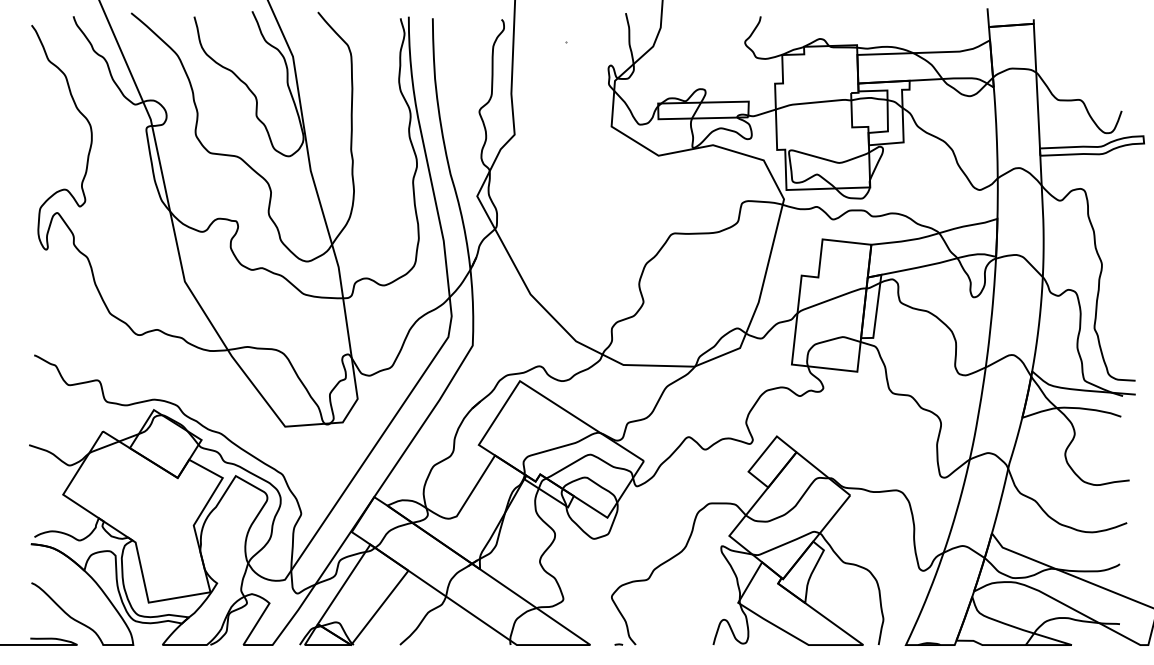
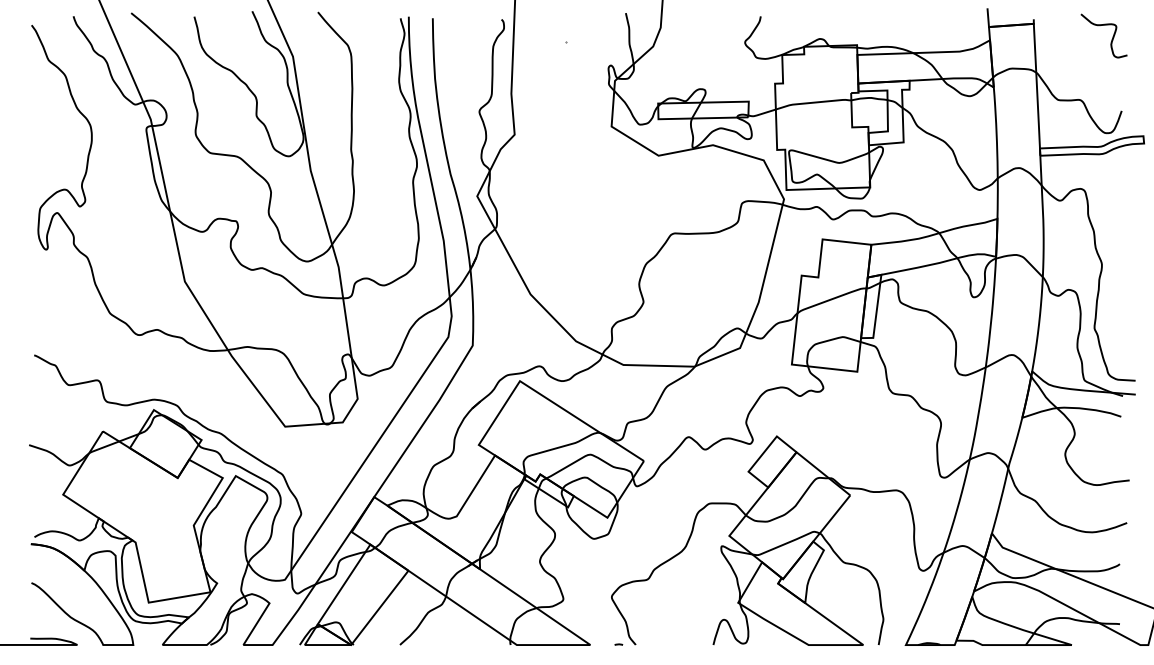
curve at (1111, 39): none -> present
